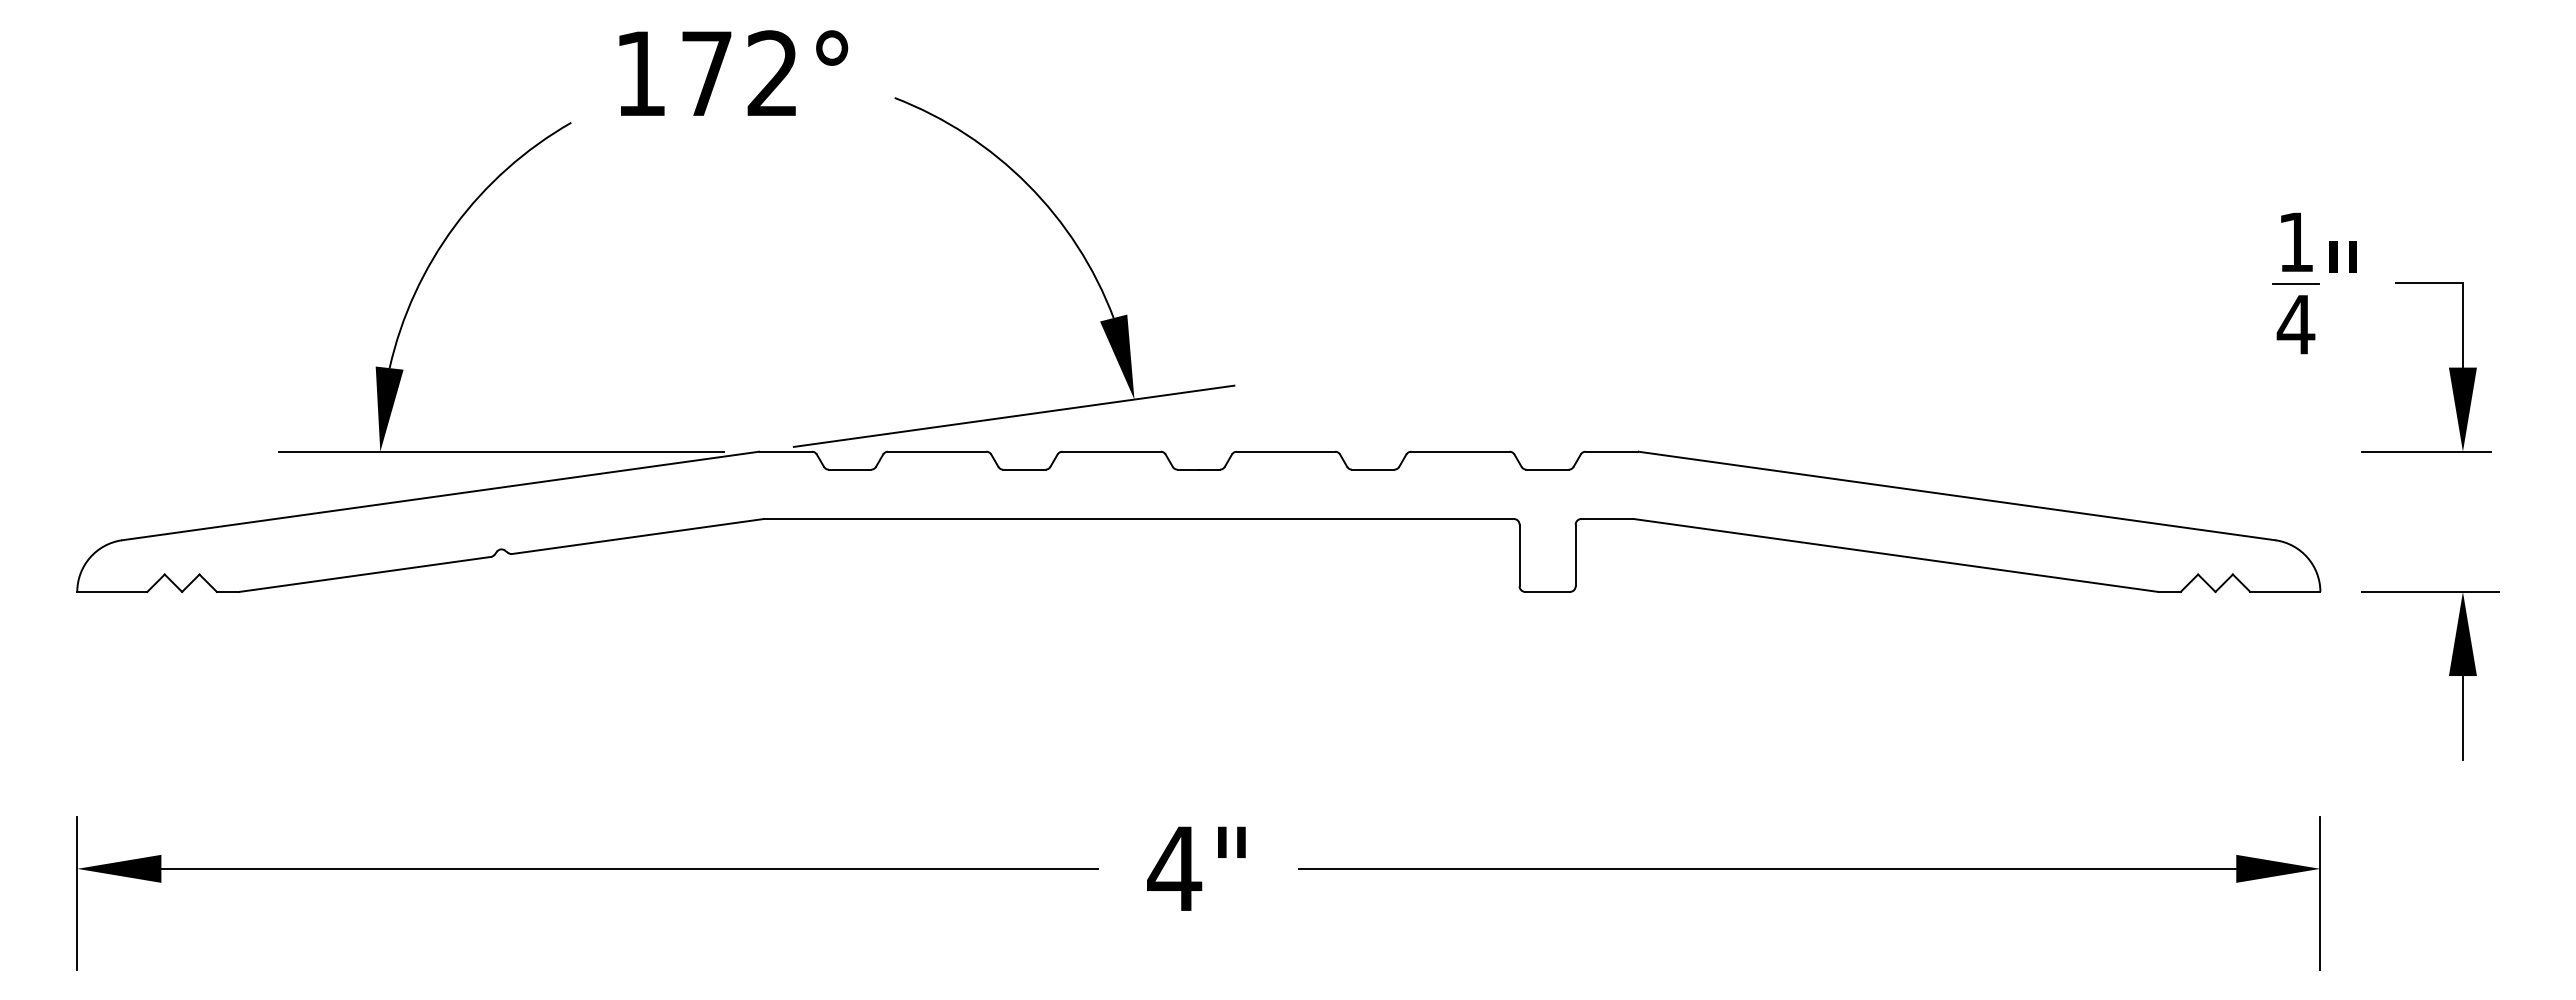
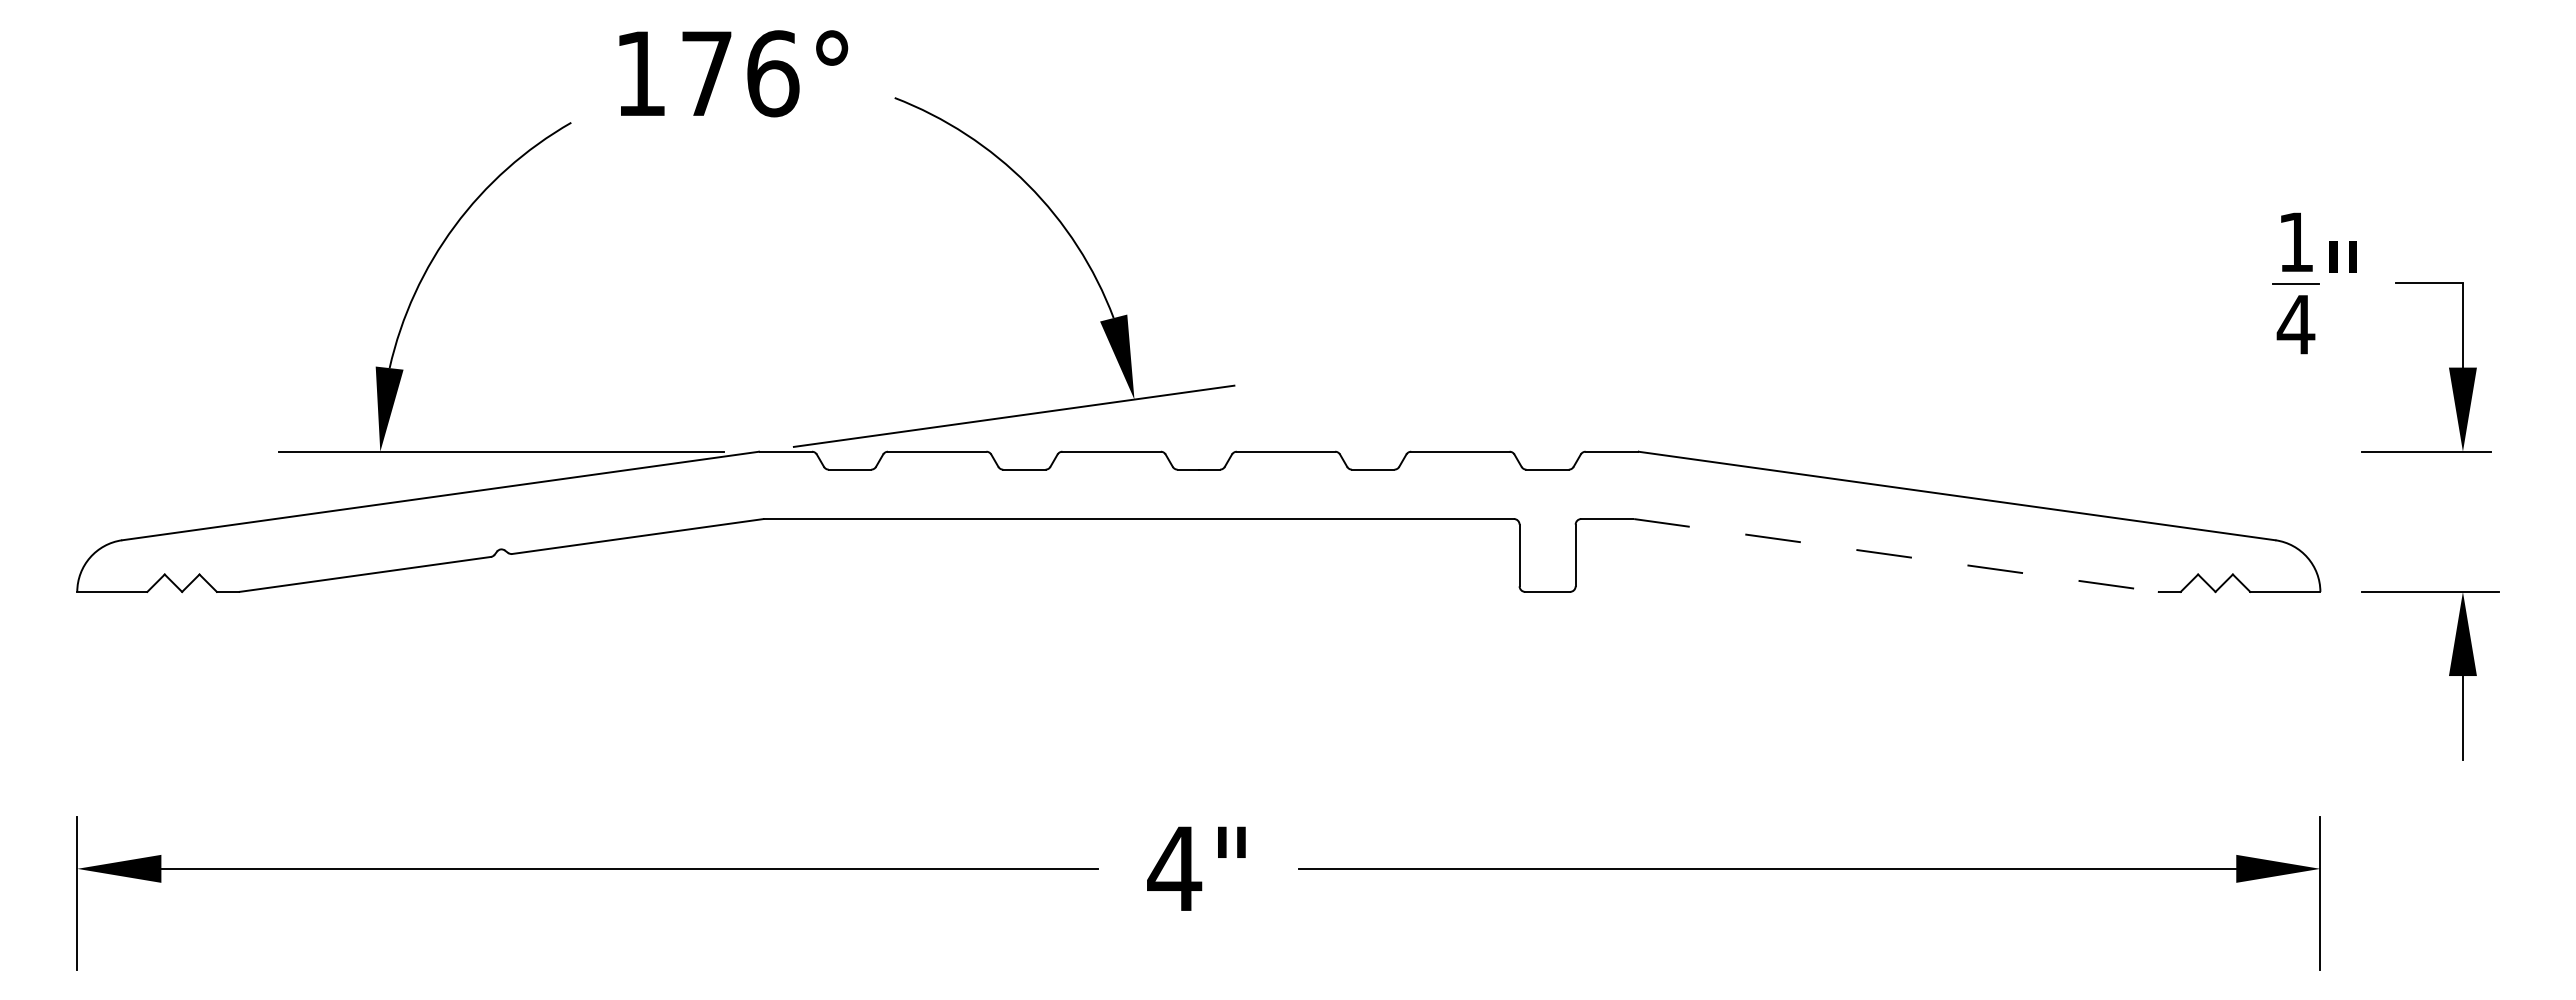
text at (773, 73): 172° -> 176°
line at (1896, 555): solid -> dashed
